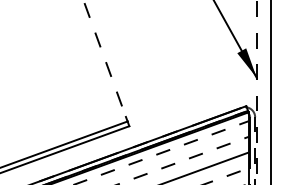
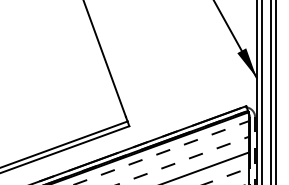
line at (104, 58): dashed -> solid
line at (261, 91): none -> present
line at (276, 91): none -> present
line at (256, 92): dashed -> solid
